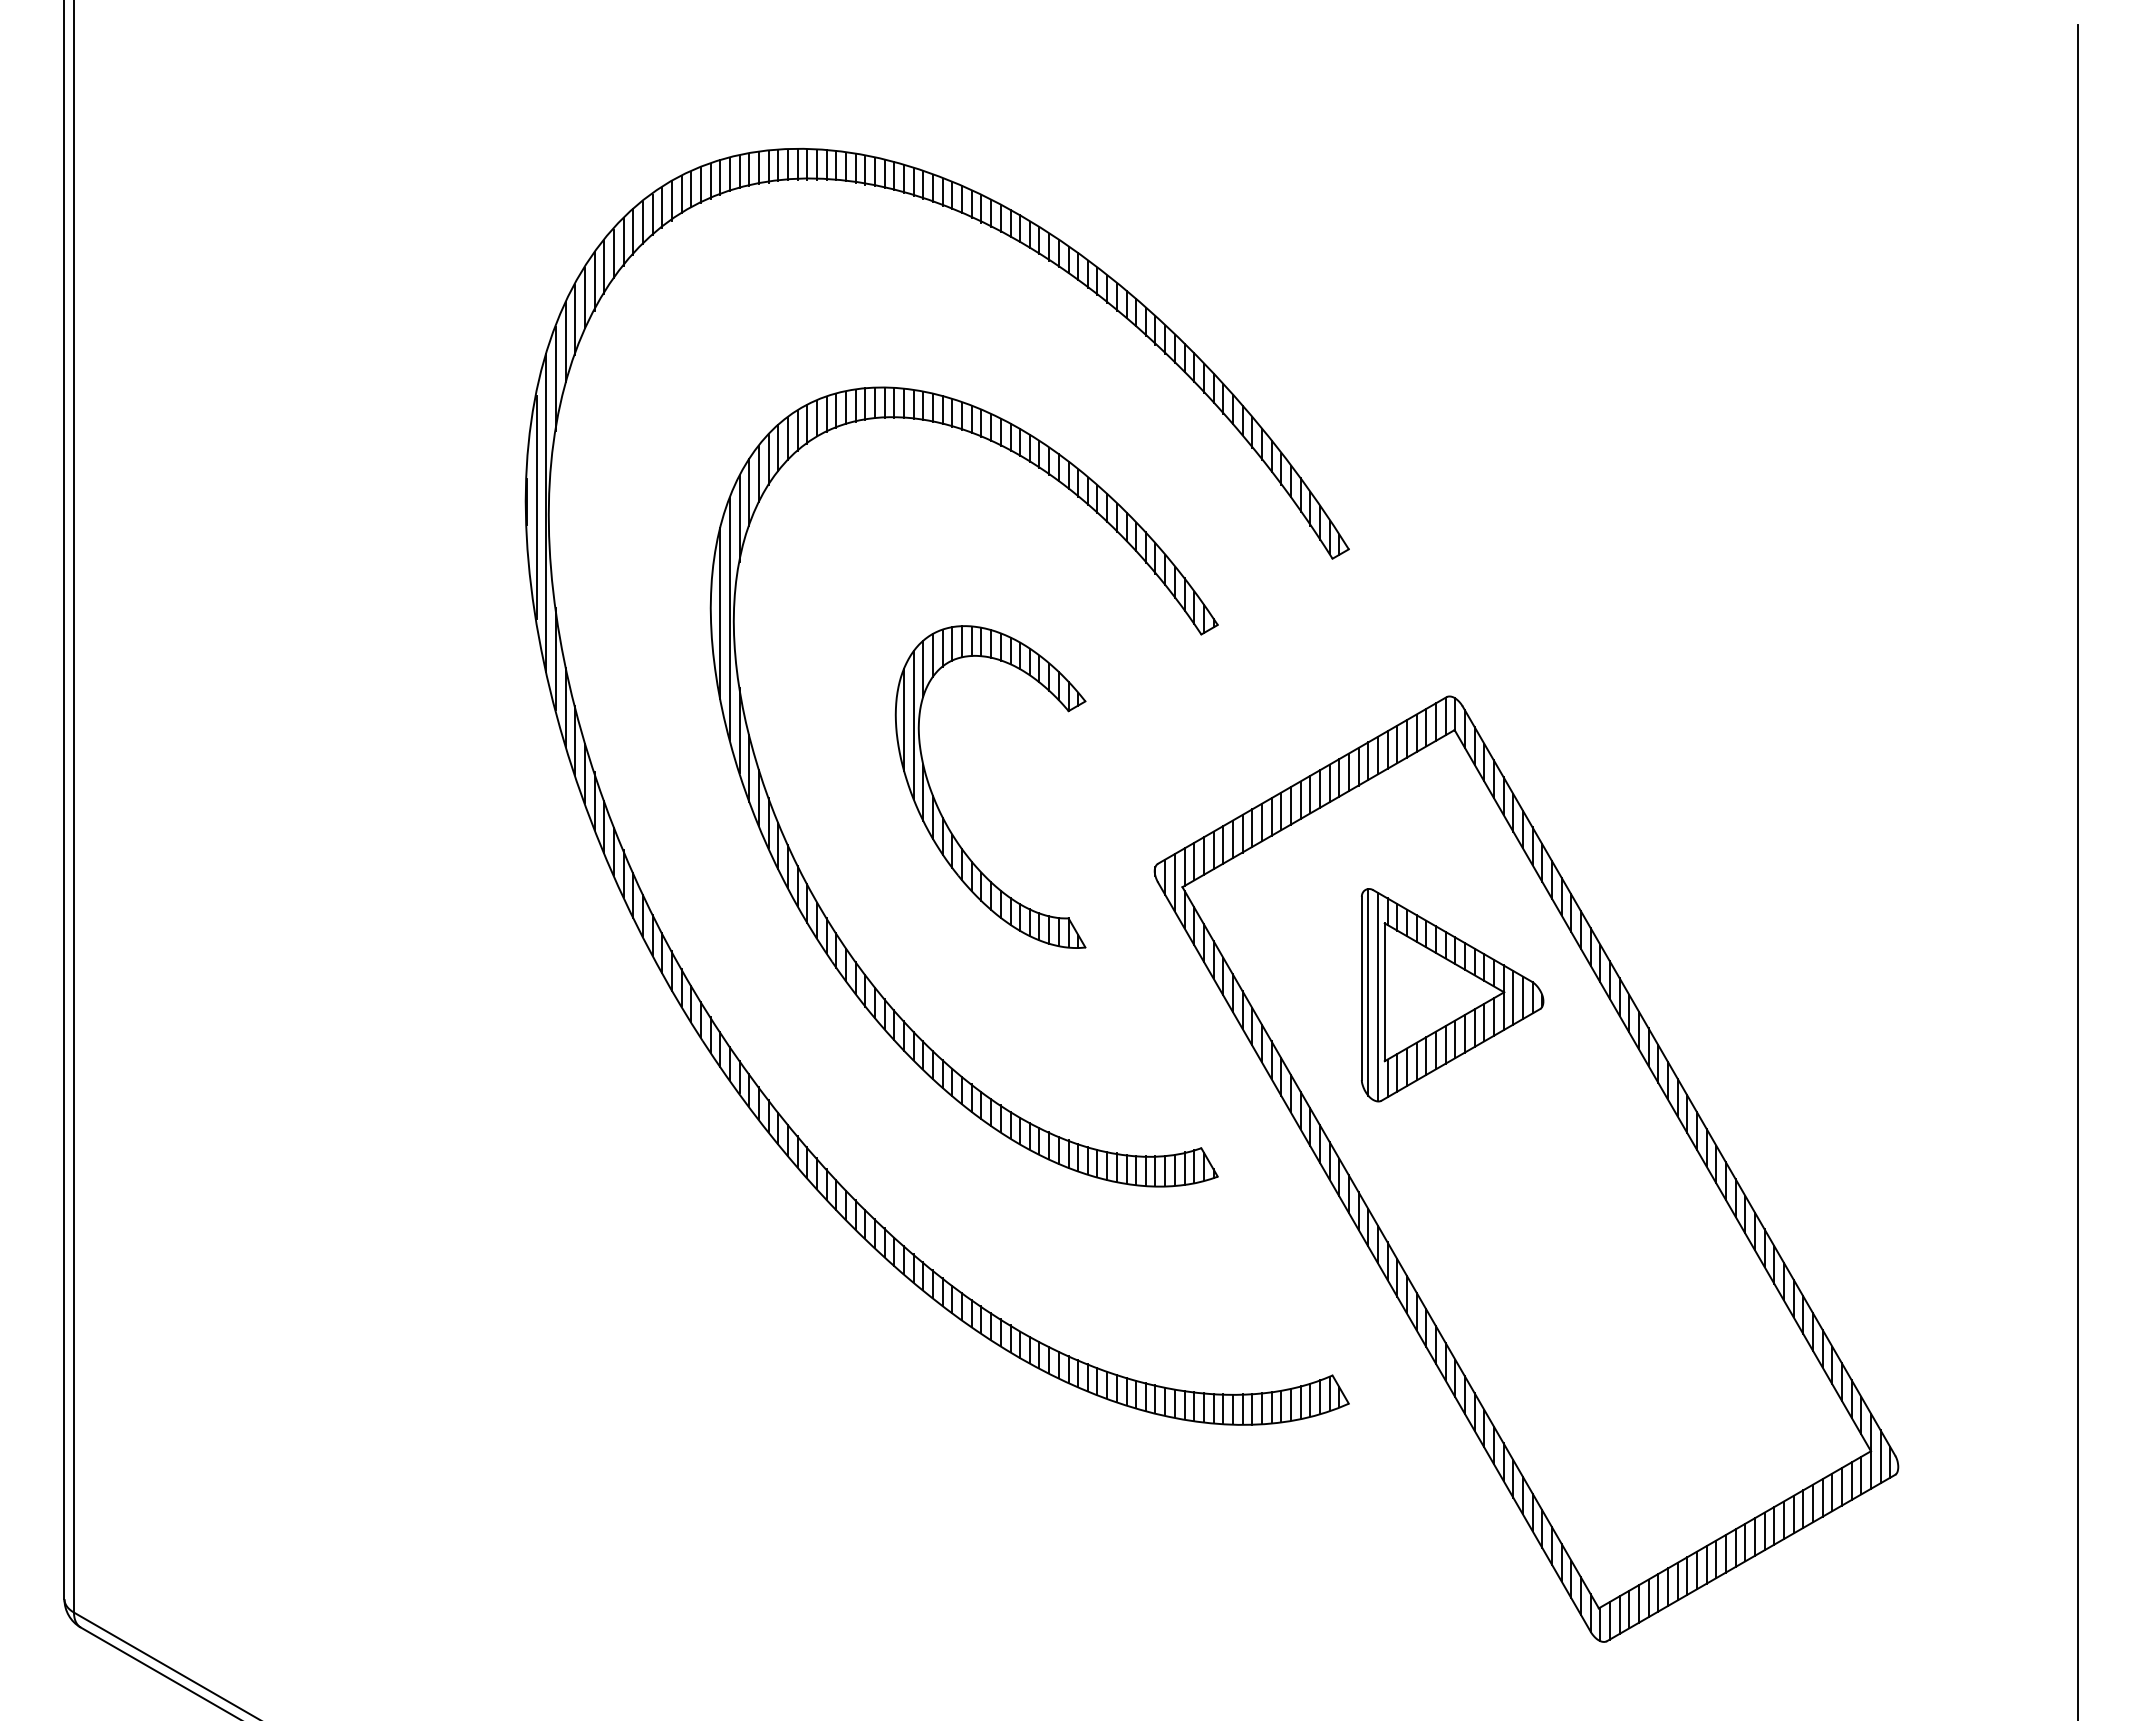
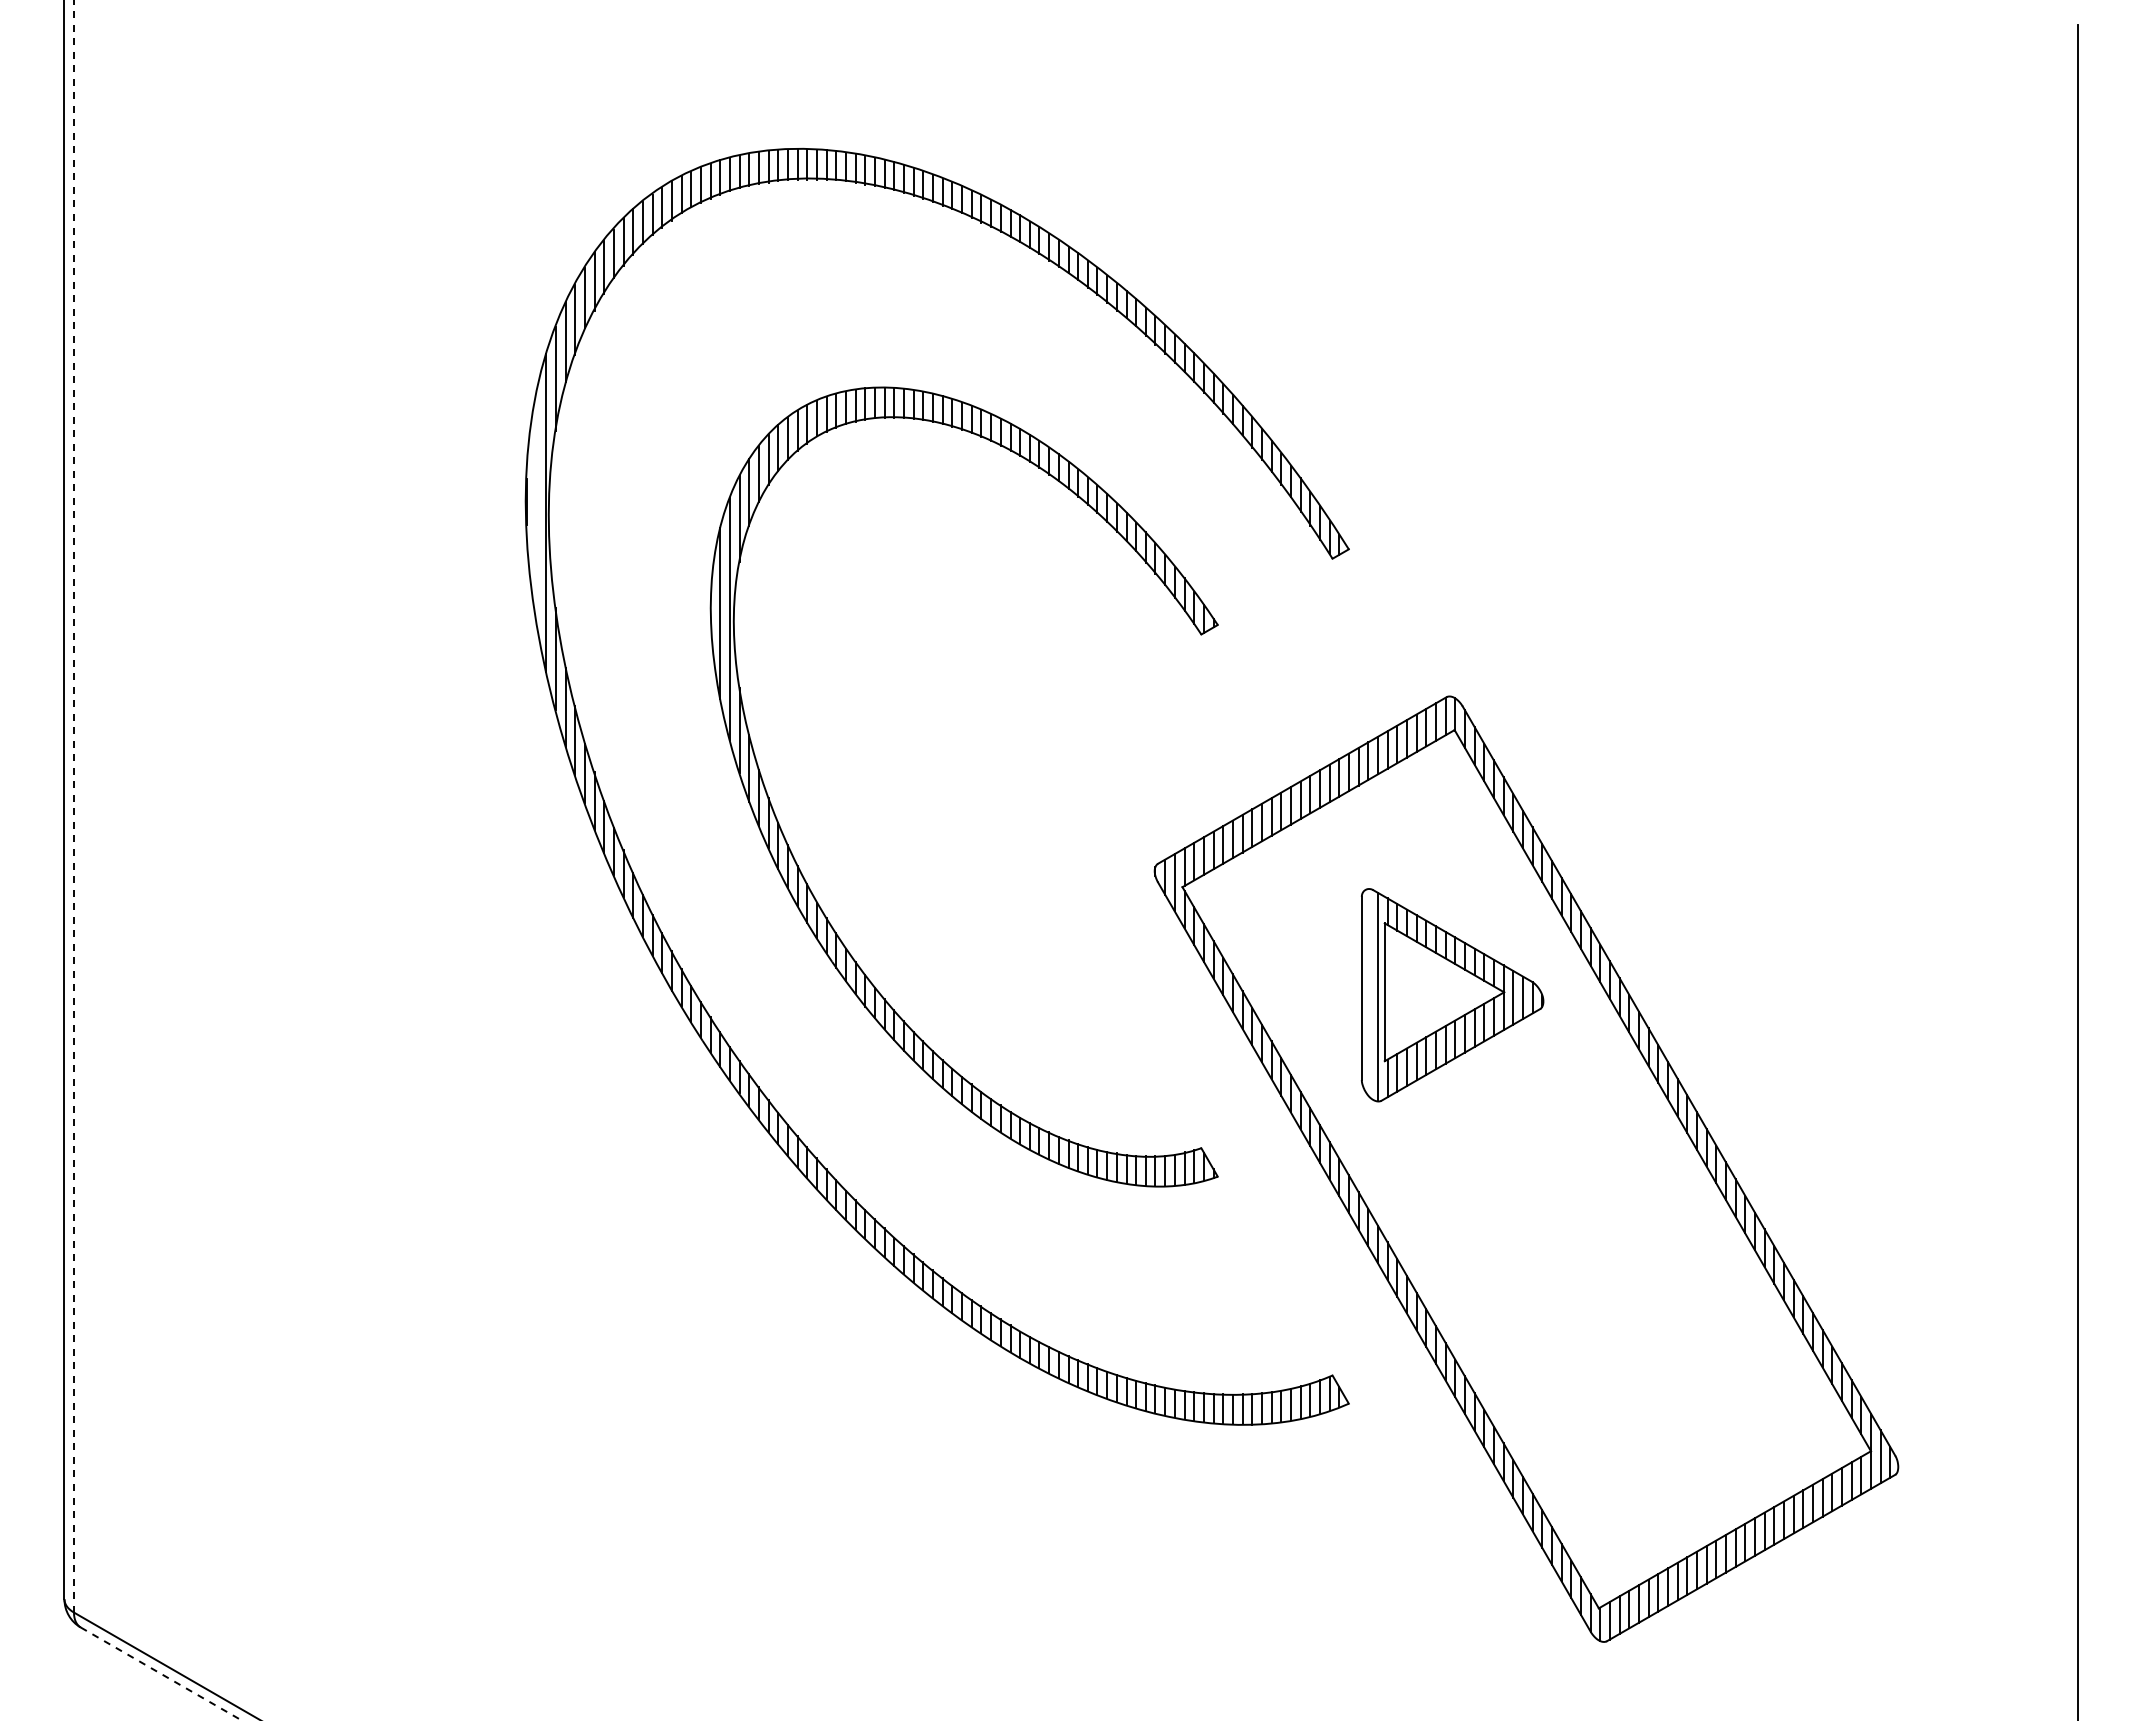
line at (536, 507): present -> none
line at (74, 805): solid -> dashed
part at (940, 810): present -> none
line at (1368, 992): present -> none
line at (162, 1674): solid -> dashed
